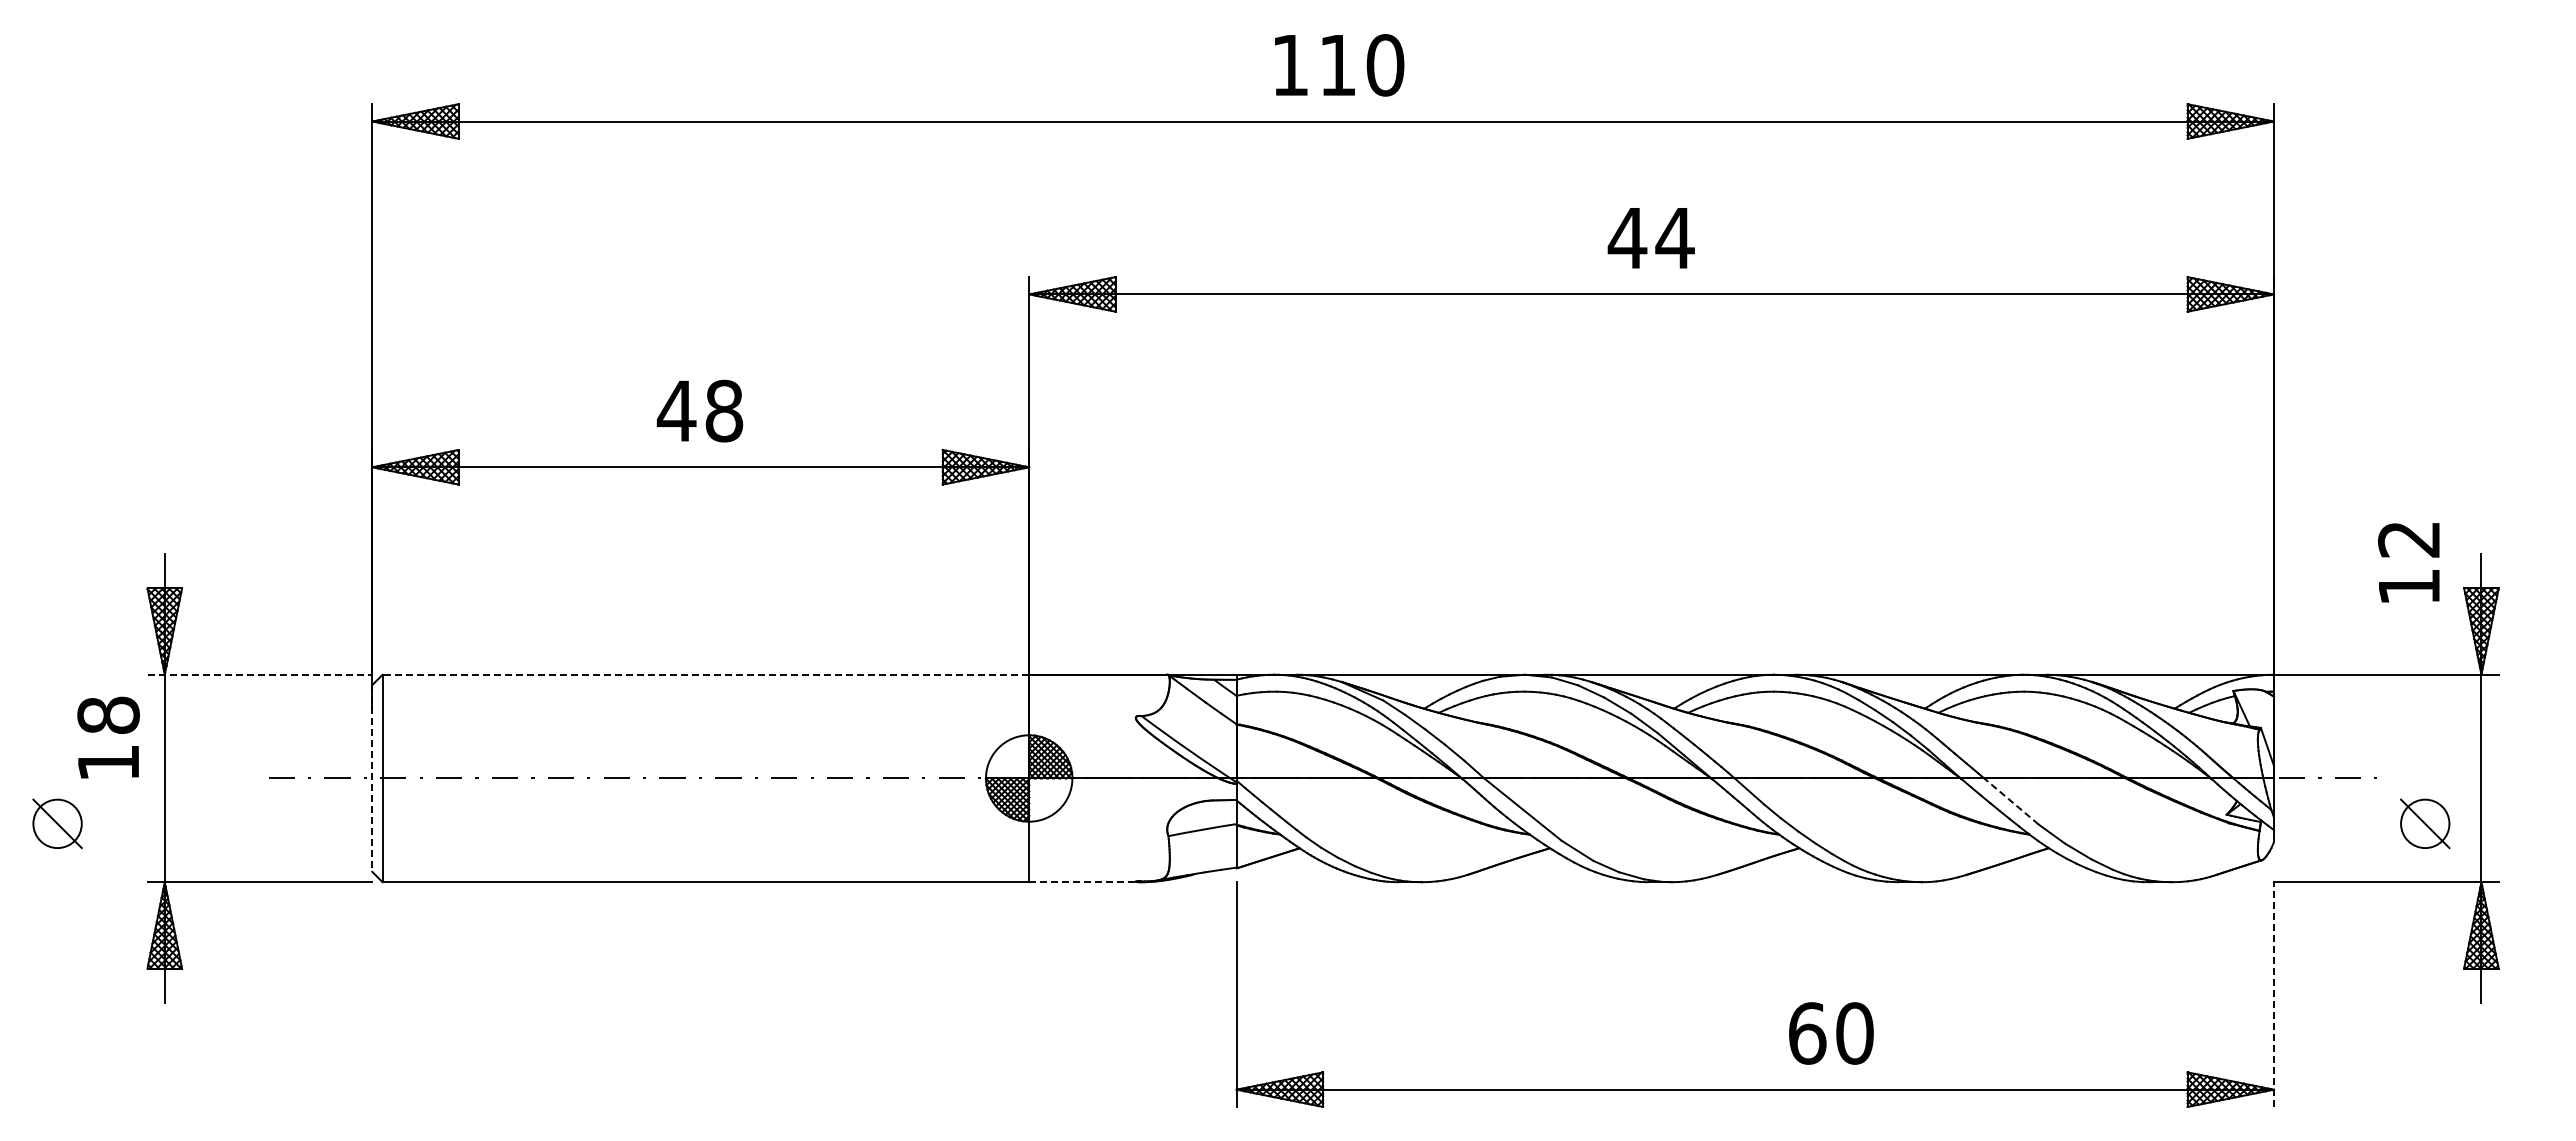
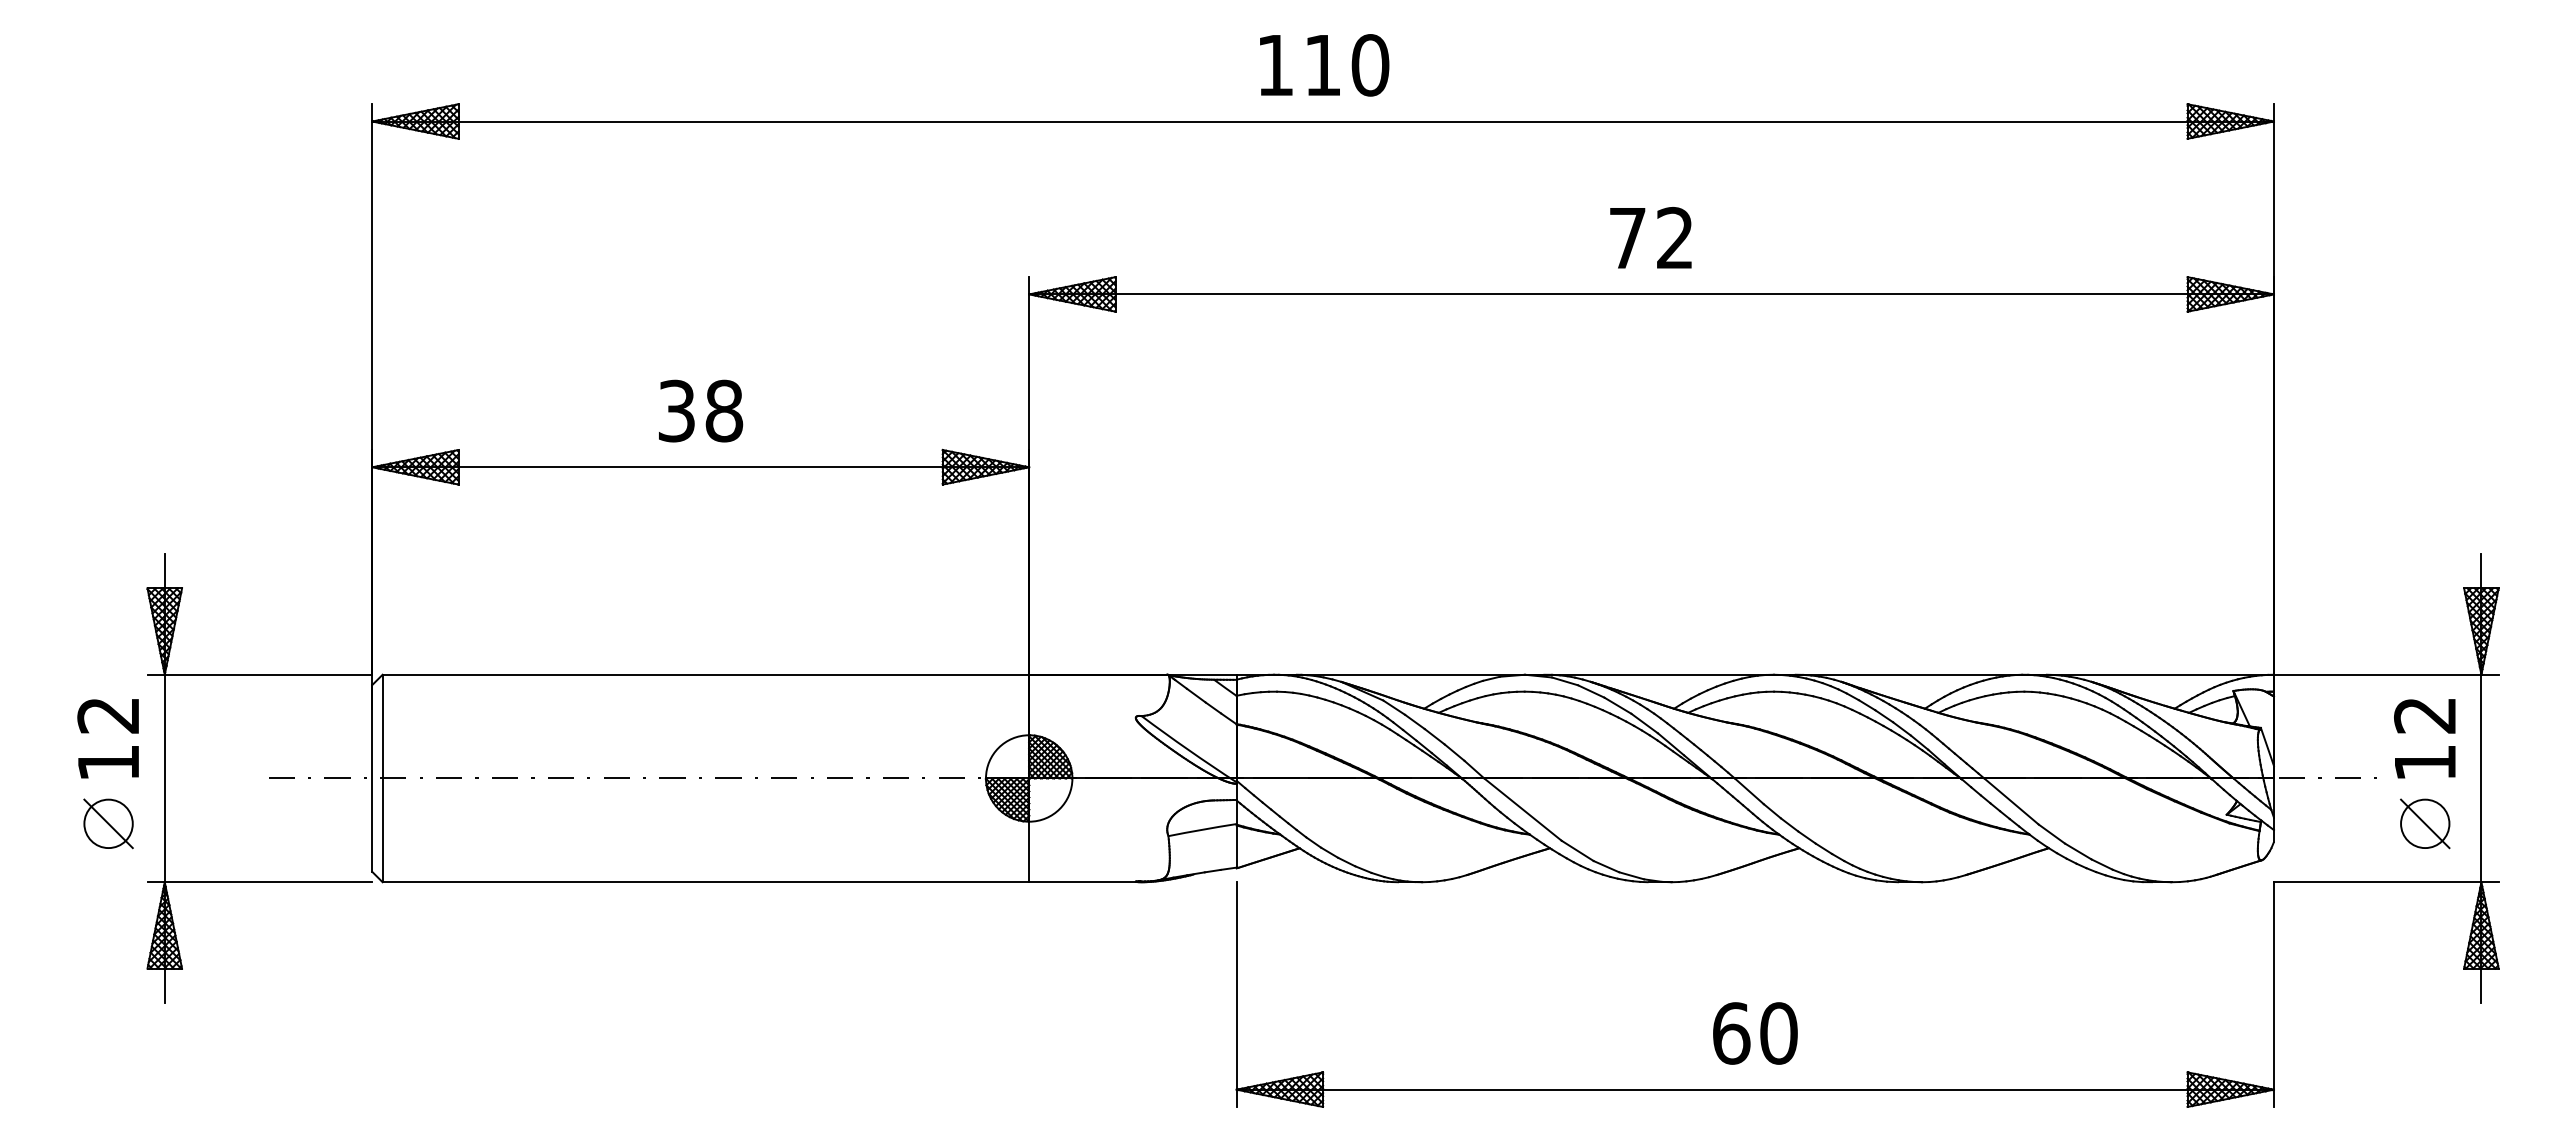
text at (1339, 65) position: (1339, 65) -> (1324, 65)
text at (1650, 237): 44 -> 72
text at (676, 410): 48 -> 38
text at (2408, 562) position: (2408, 562) -> (2424, 738)
line at (260, 674): dashed -> solid
line at (705, 674): dashed -> solid
text at (108, 714): 18 -> 12
line at (372, 778): dashed -> solid
line at (2011, 801): dashed -> solid
part at (57, 823) position: (57, 823) -> (108, 823)
line at (1086, 882): dashed -> solid
line at (2273, 994): dashed -> solid
text at (1831, 1033) position: (1831, 1033) -> (1755, 1033)
